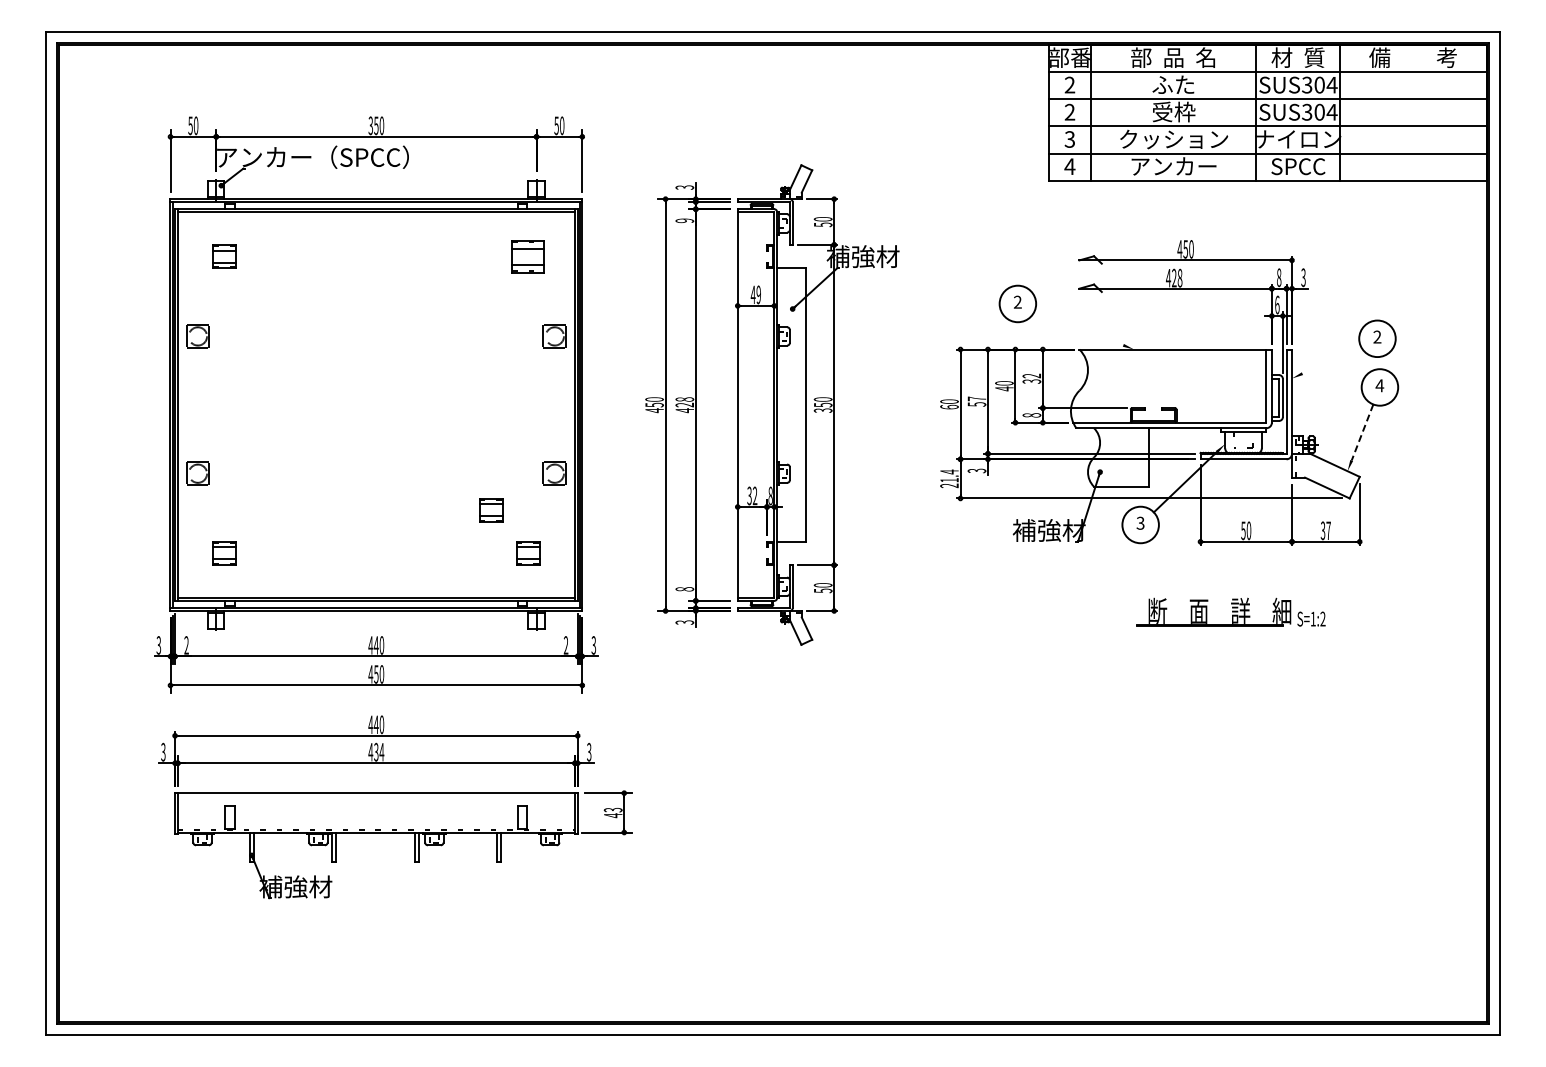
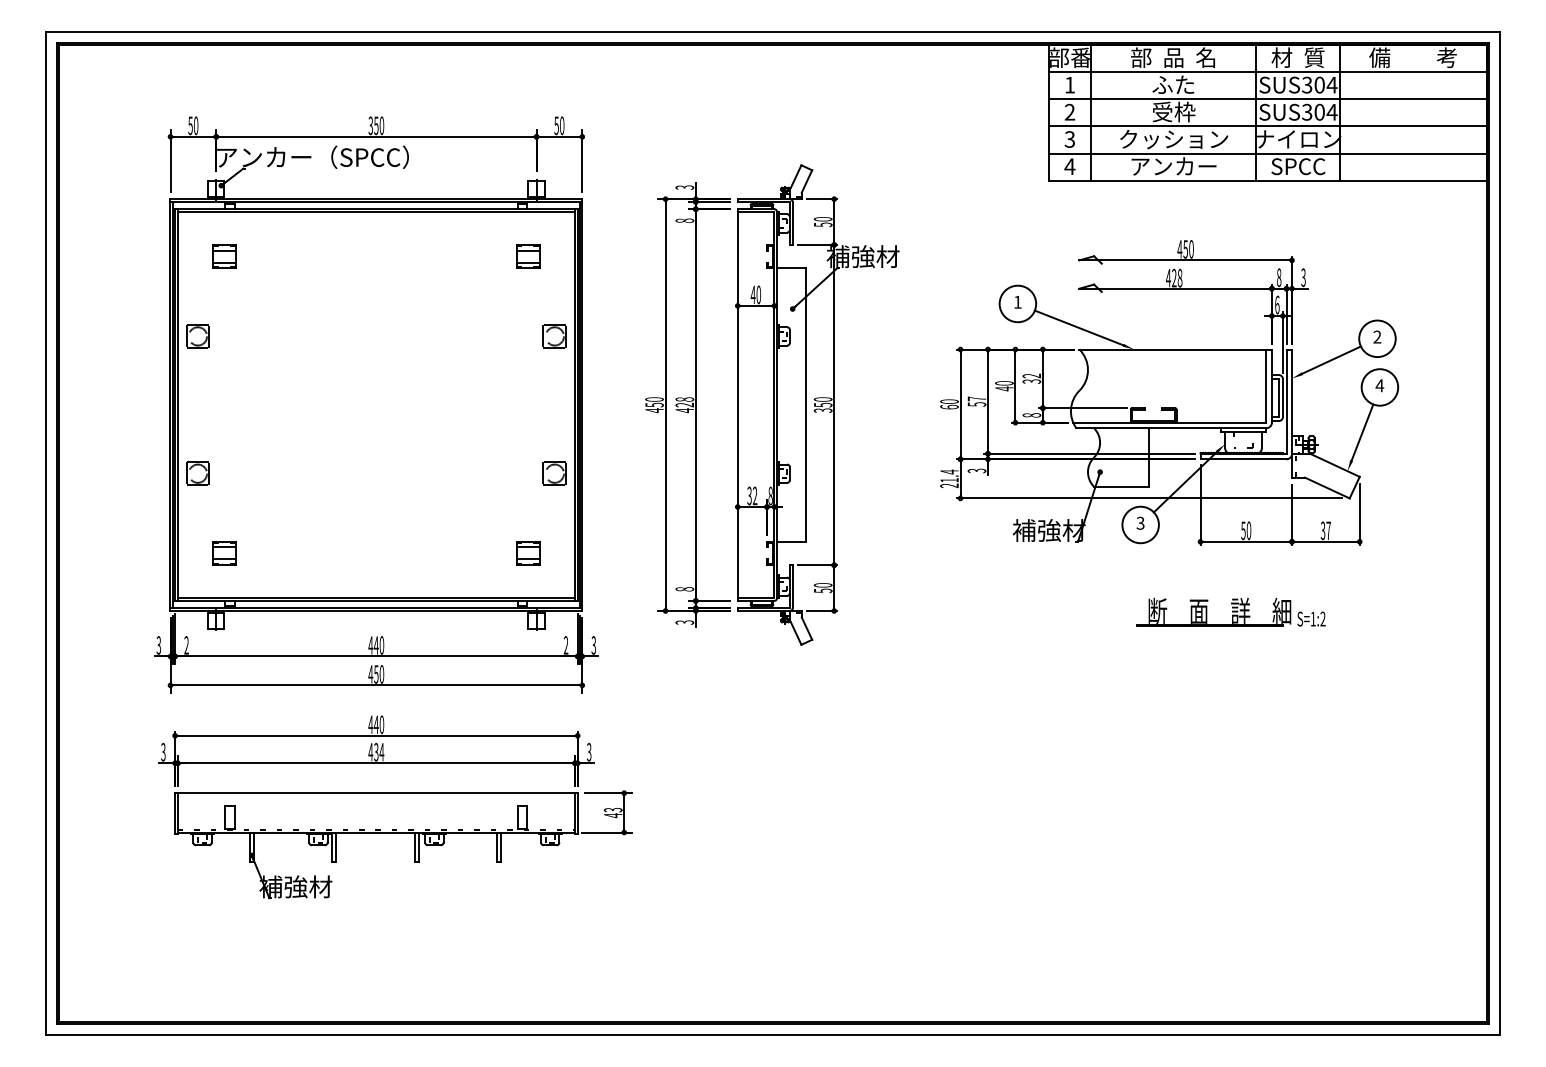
text at (1069, 84): 2 -> 1
text at (684, 220): 9 -> 8
part at (527, 256) size: 34x34 px -> 25x25 px
text at (758, 294): 49 -> 40
text at (1017, 301): 2 -> 1
line at (1078, 327): none -> present
line at (1331, 359): none -> present
line at (1362, 432): dashed -> solid
part at (491, 510): present -> none
